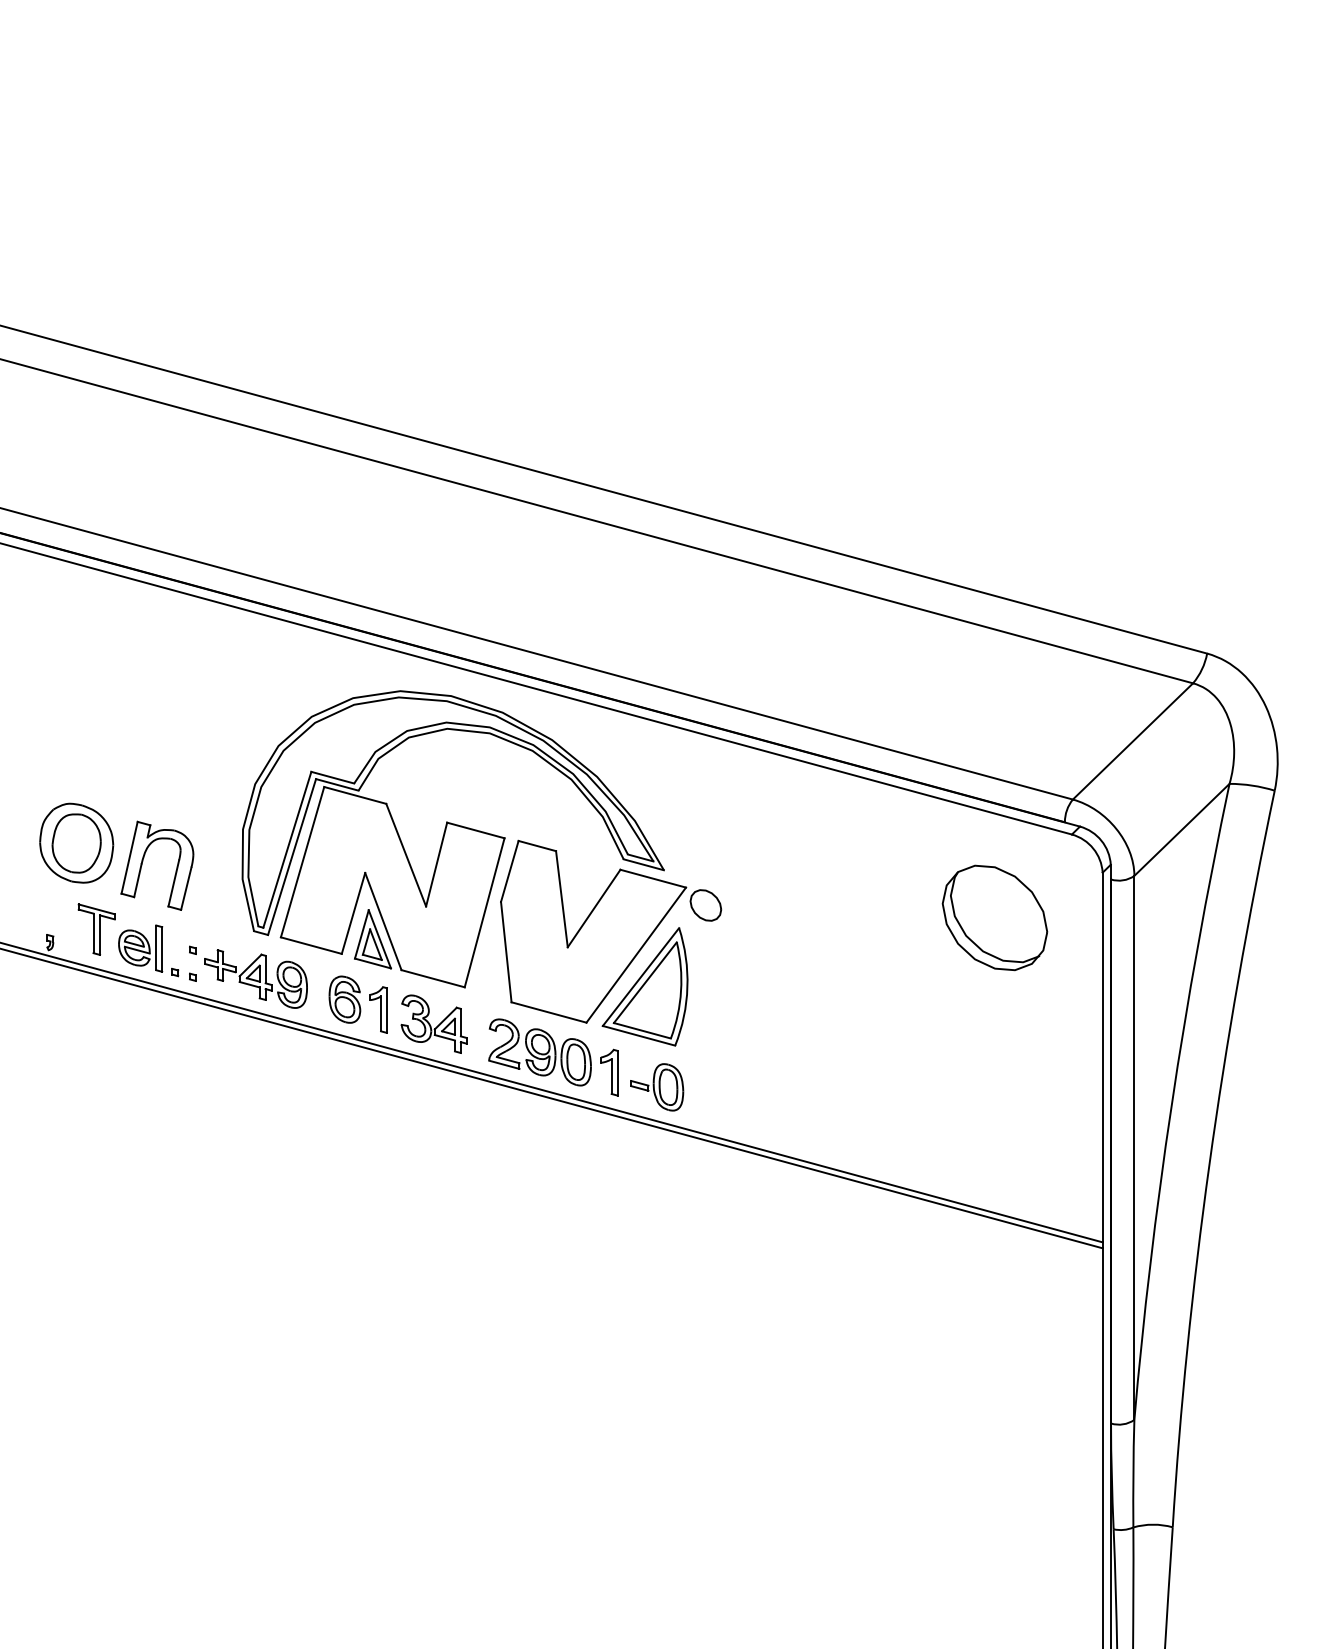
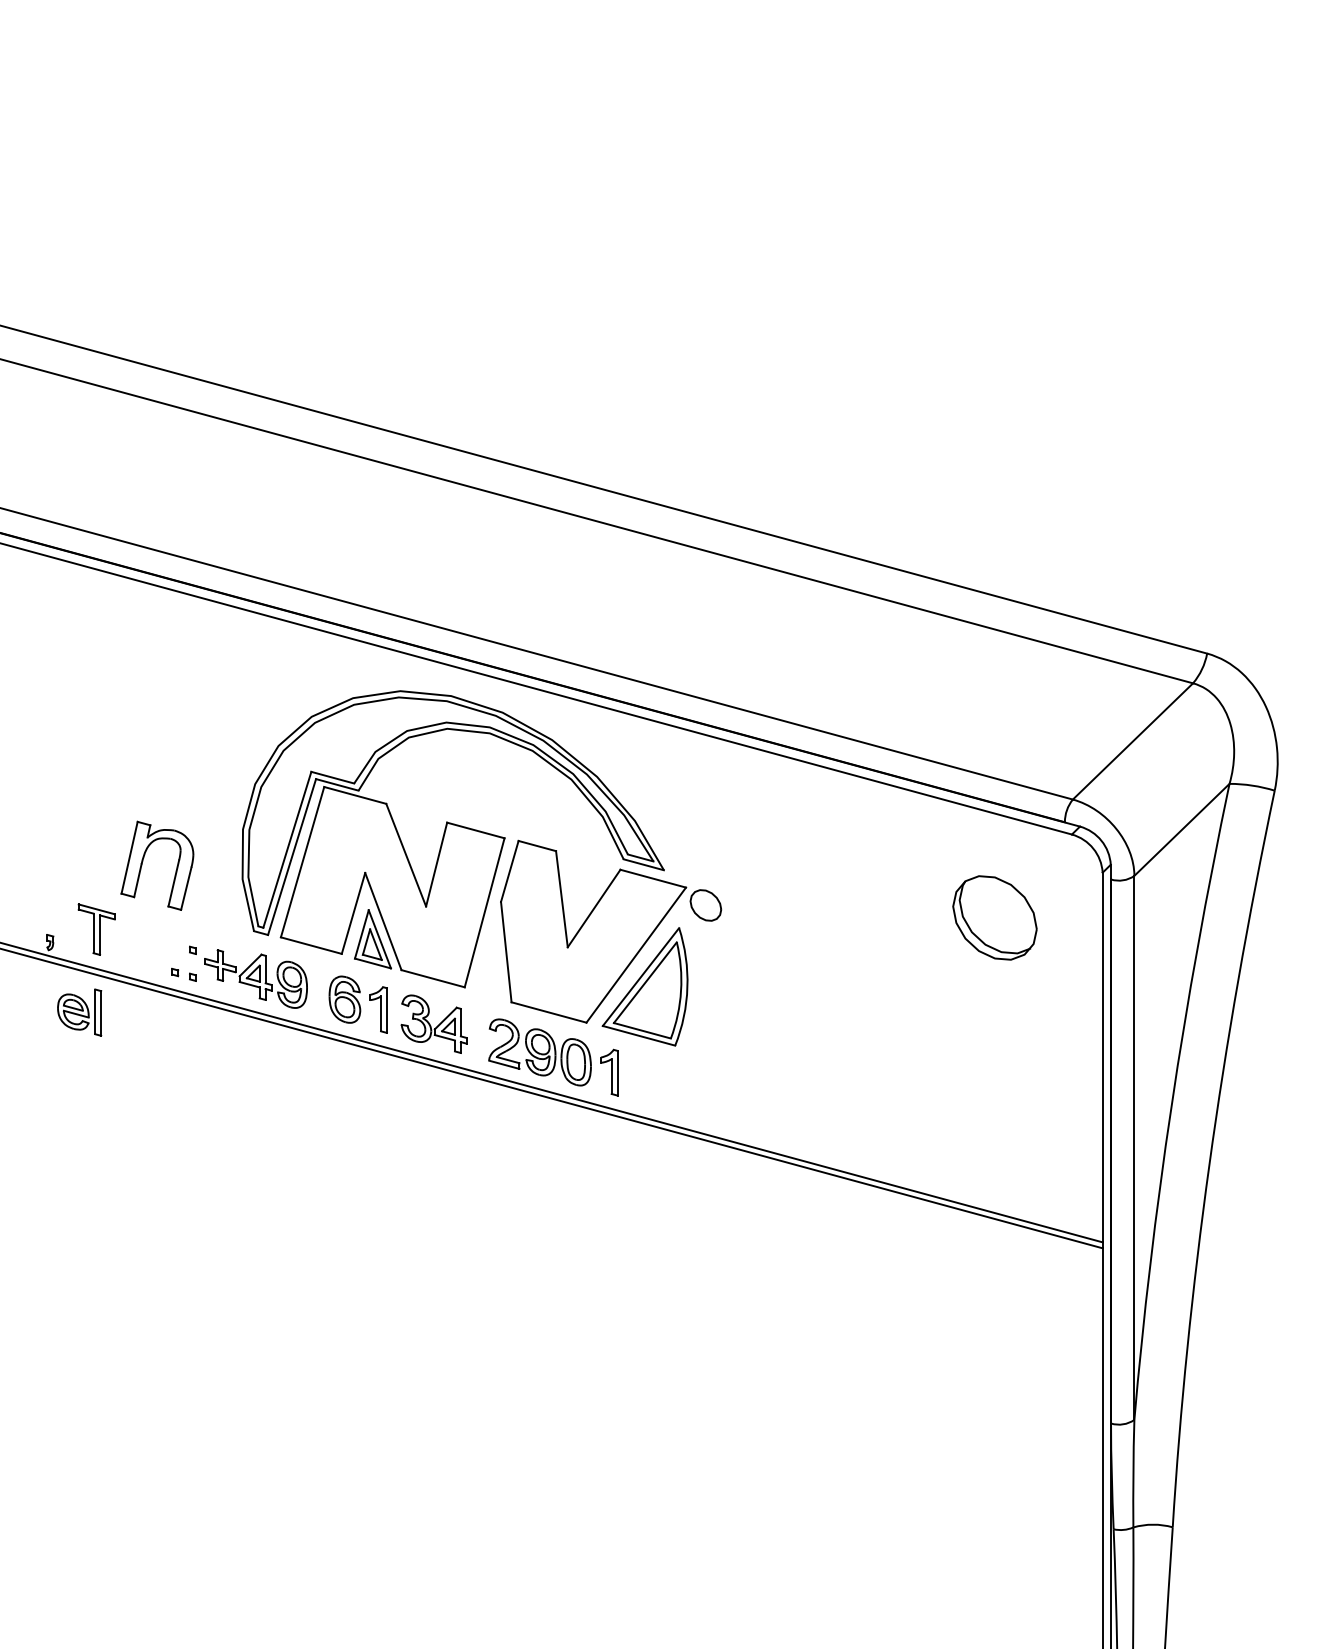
part at (76, 842): present -> none
part at (994, 917) size: 108x108 px -> 86x86 px
part at (140, 948) position: (140, 948) -> (79, 1012)
part at (657, 1087): present -> none
